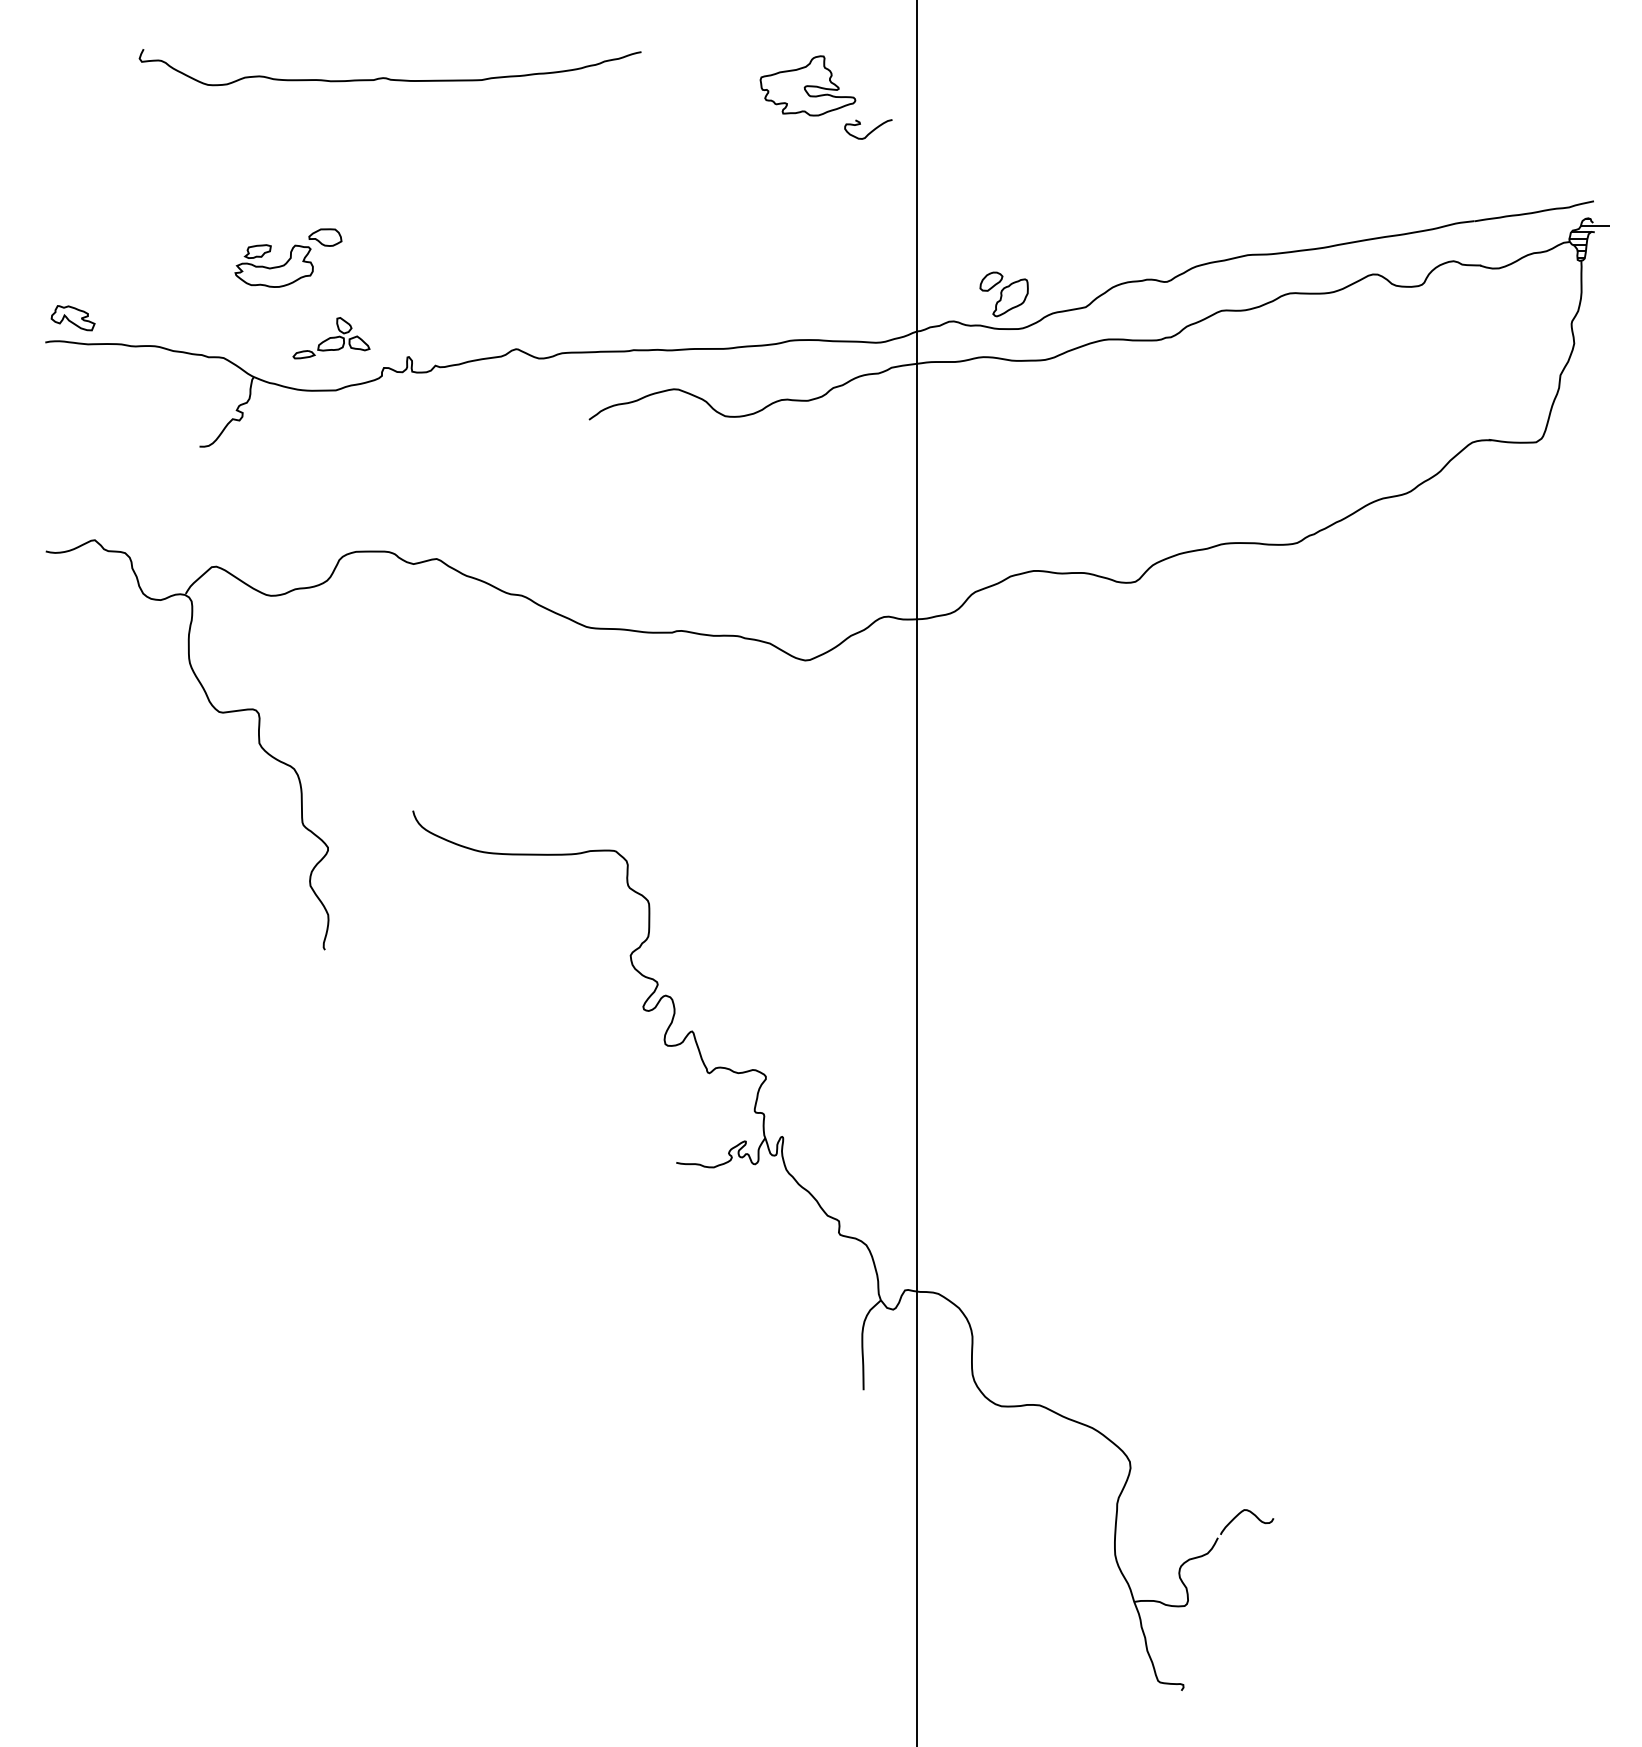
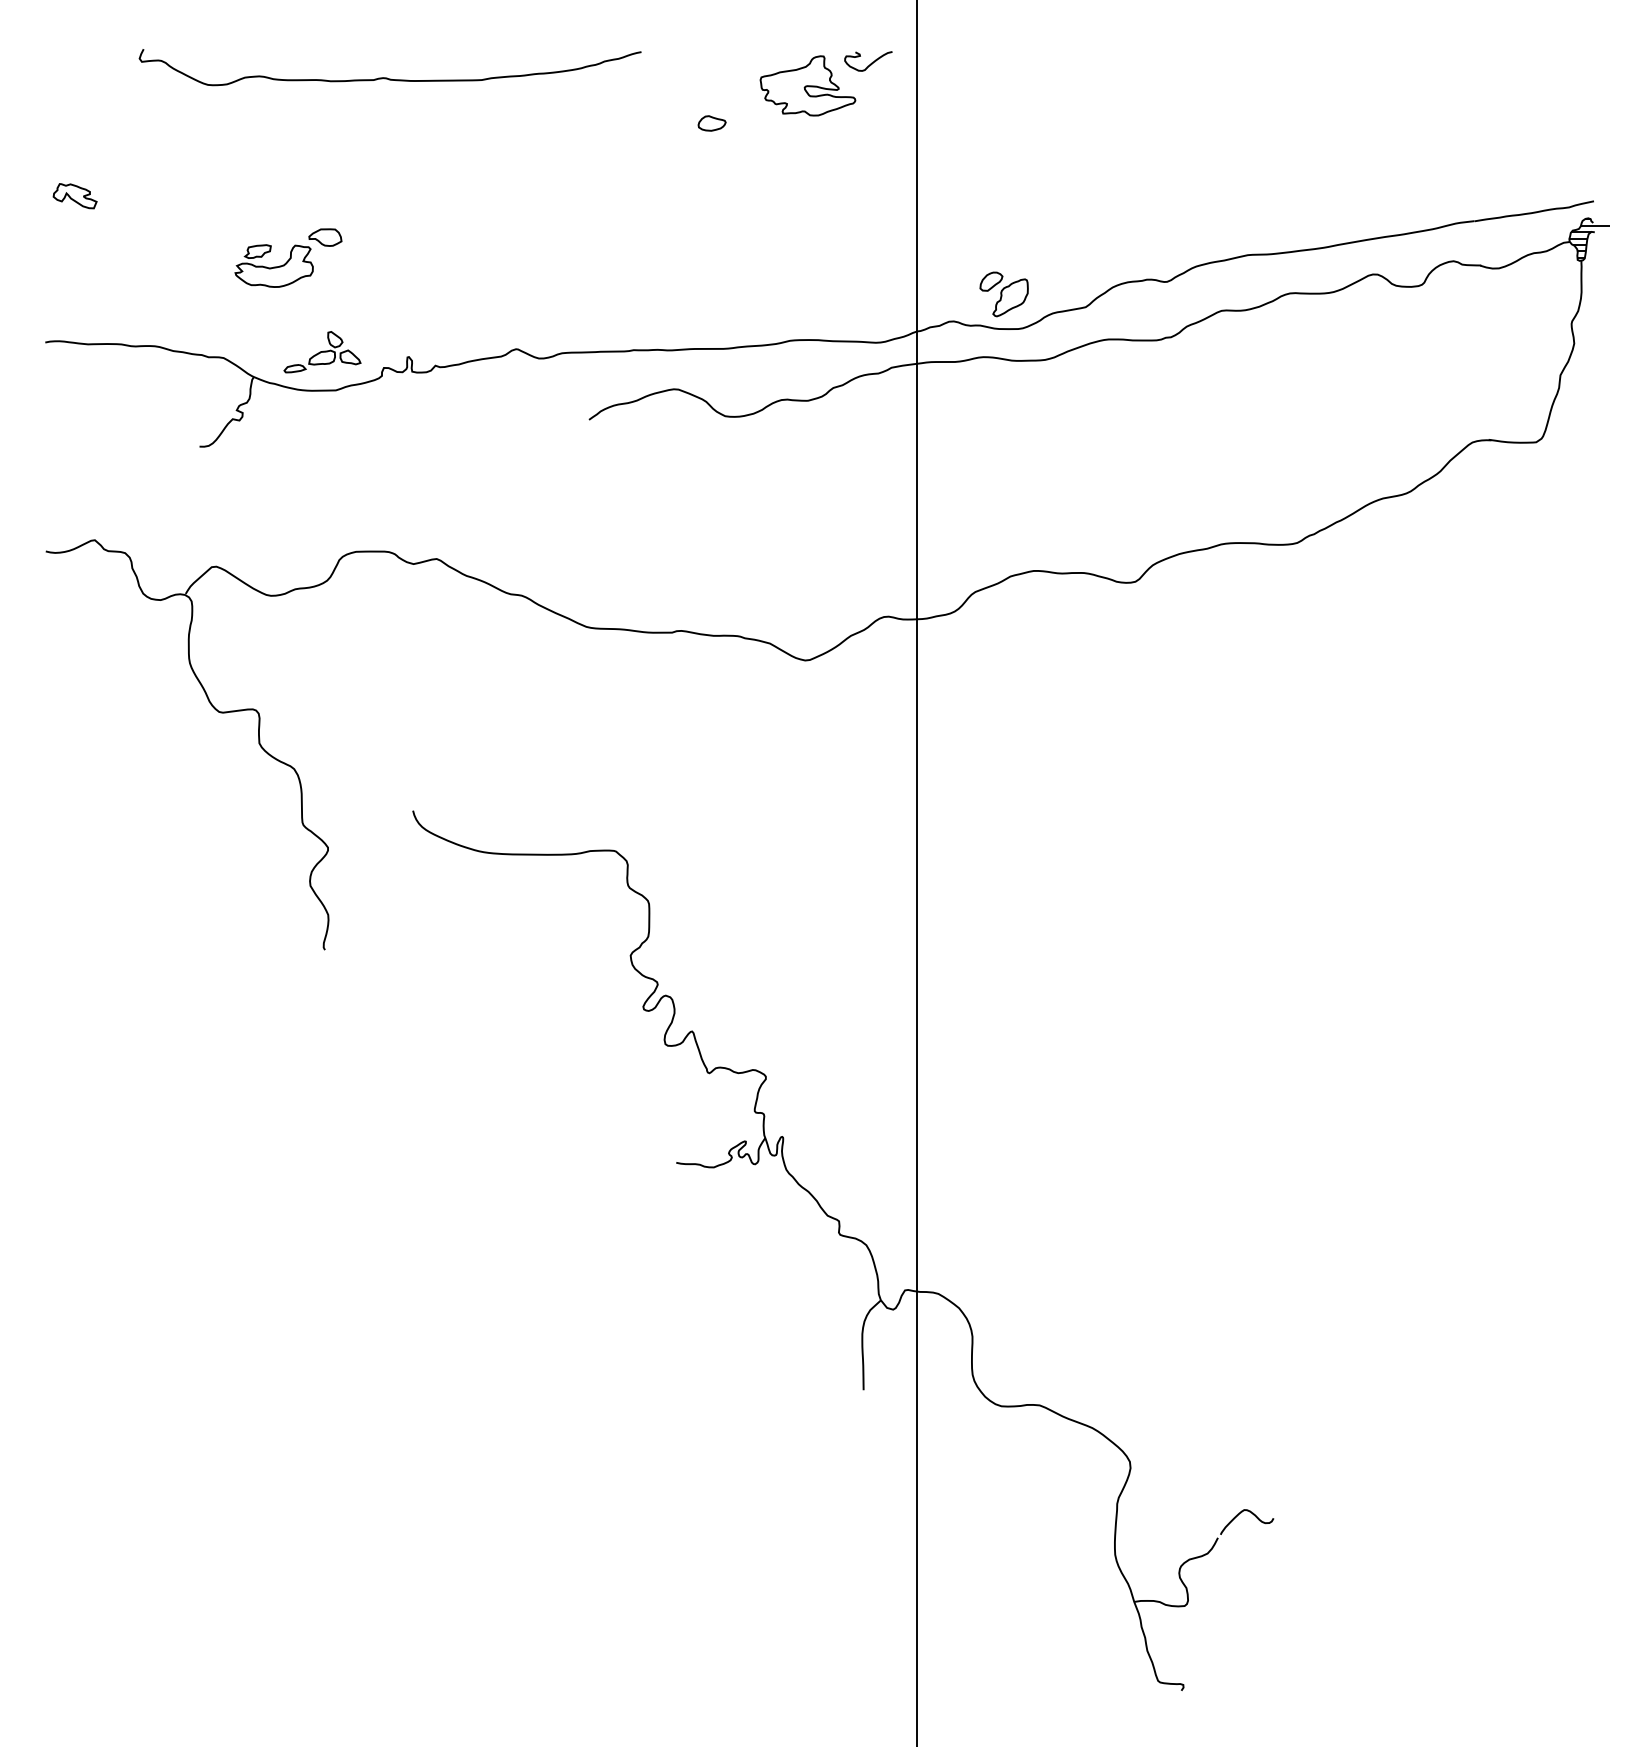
part at (711, 123): none -> present
curve at (870, 131) position: (870, 131) -> (870, 63)
part at (72, 318) position: (72, 318) -> (74, 196)
part at (331, 338) position: (331, 338) -> (322, 352)
